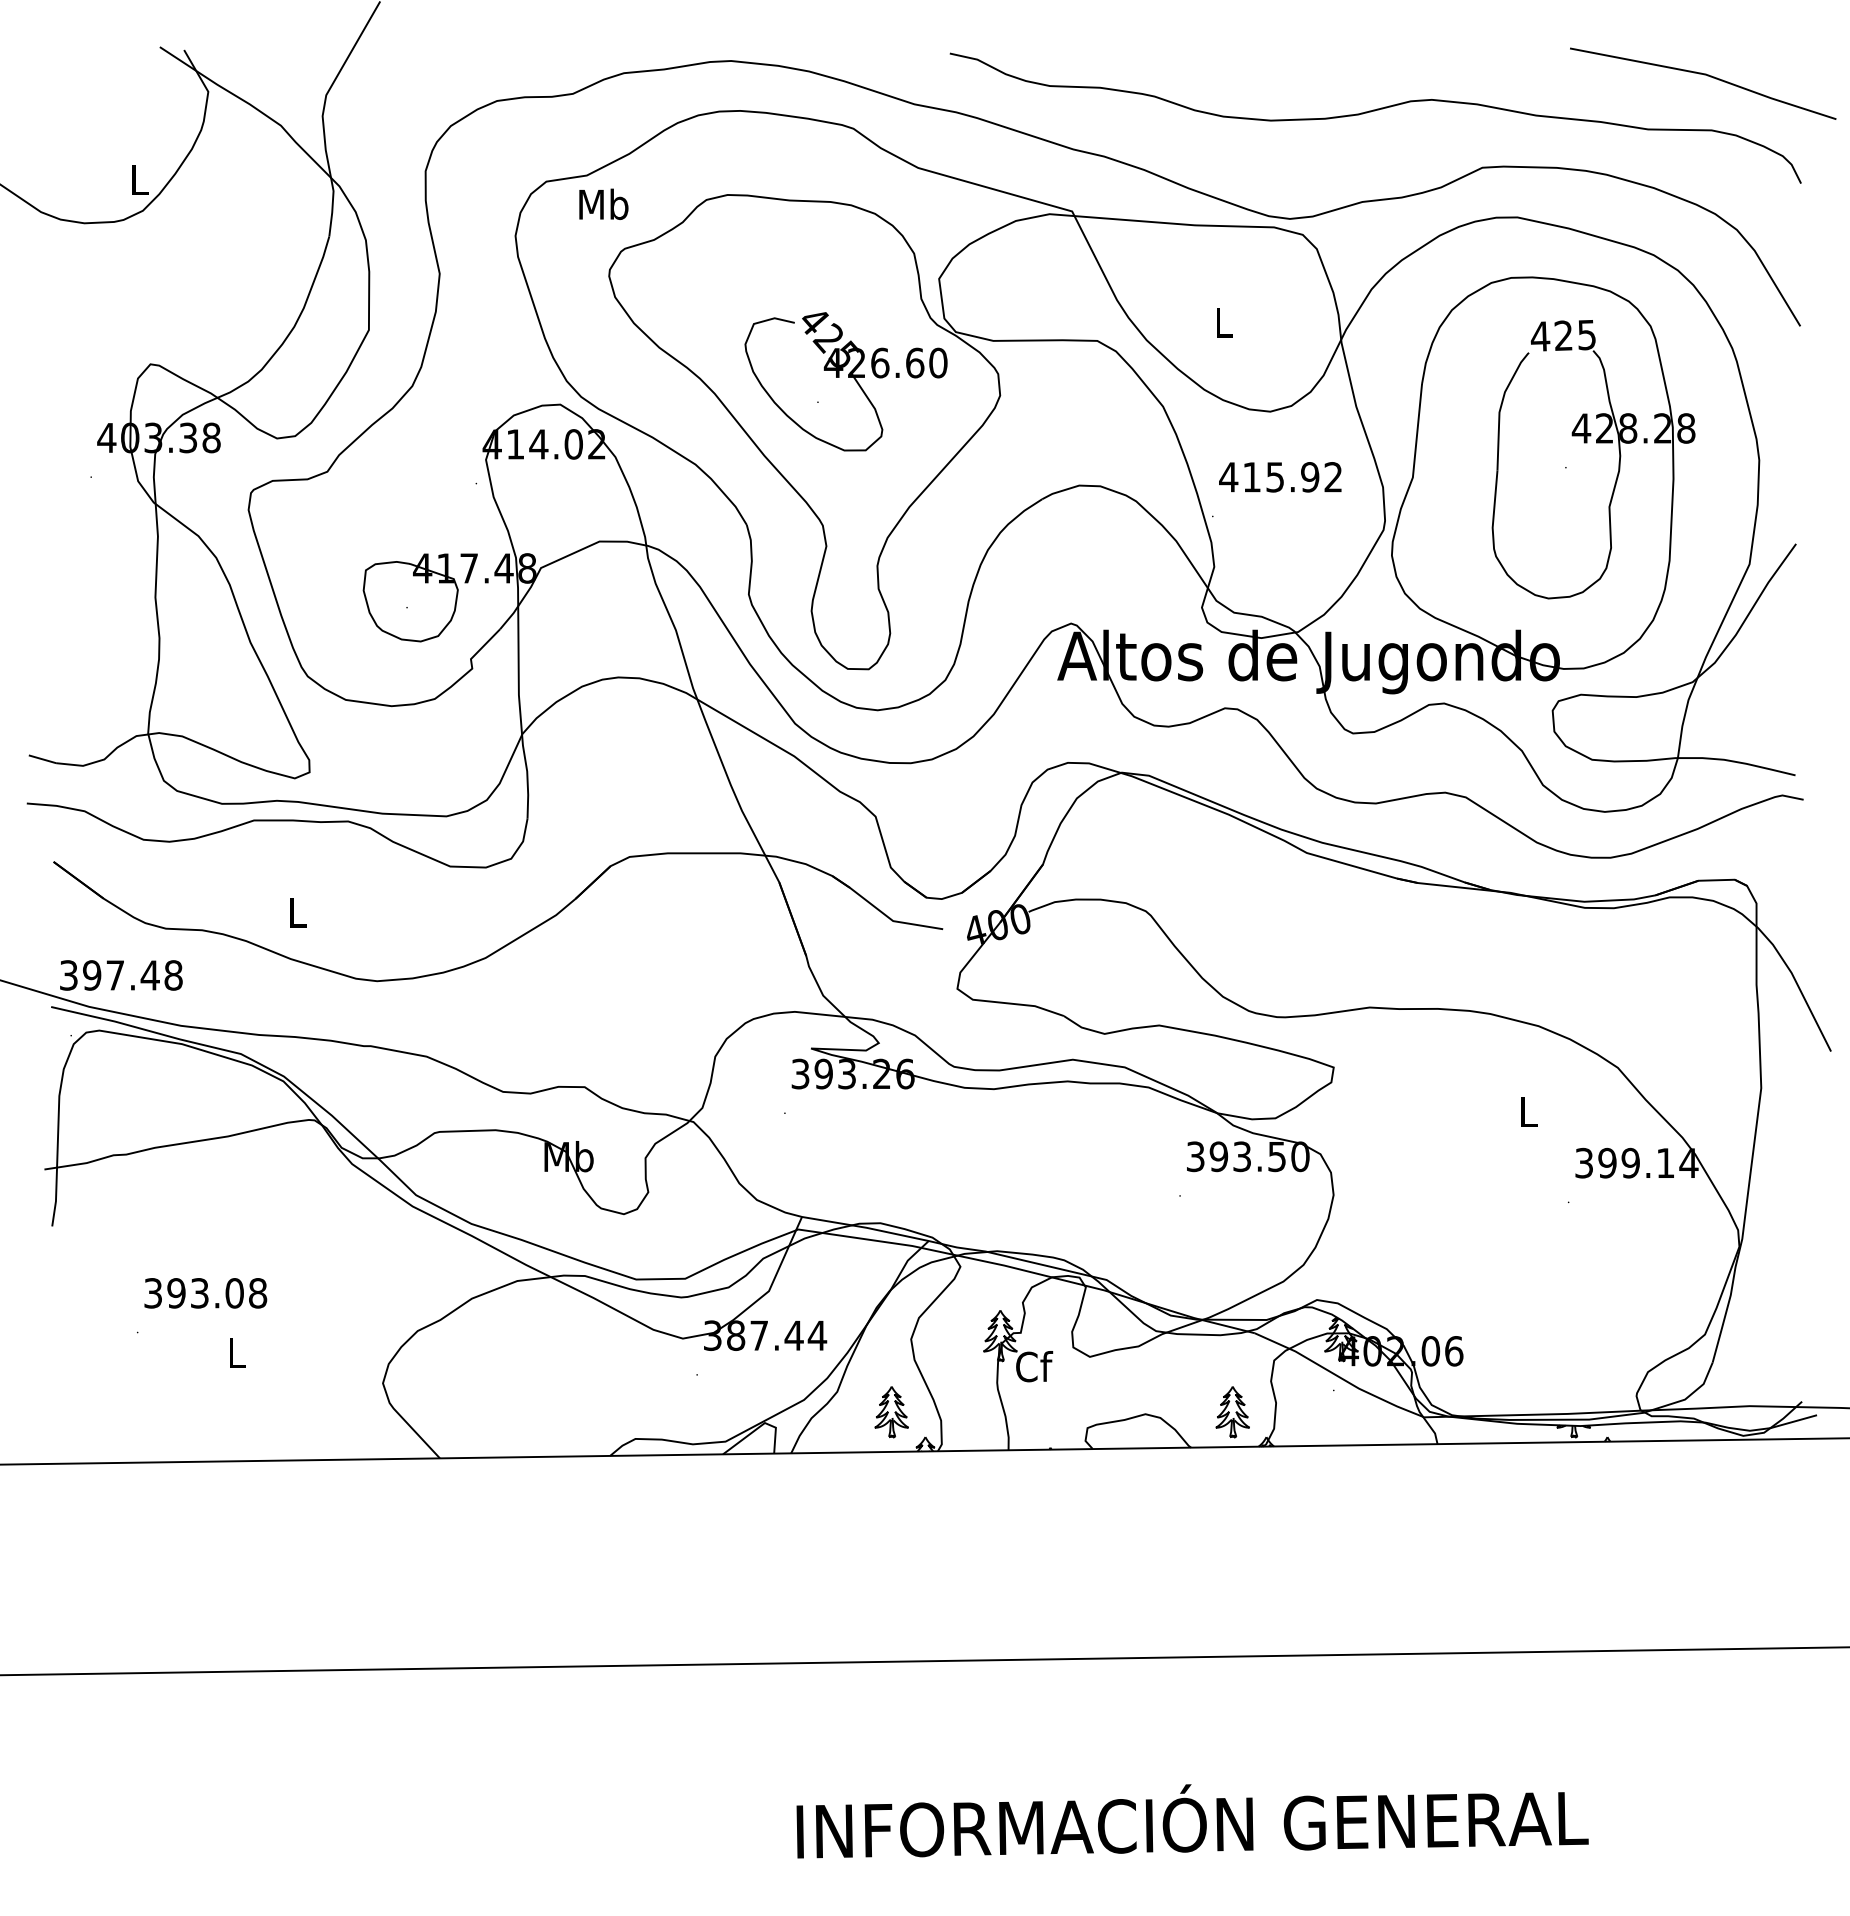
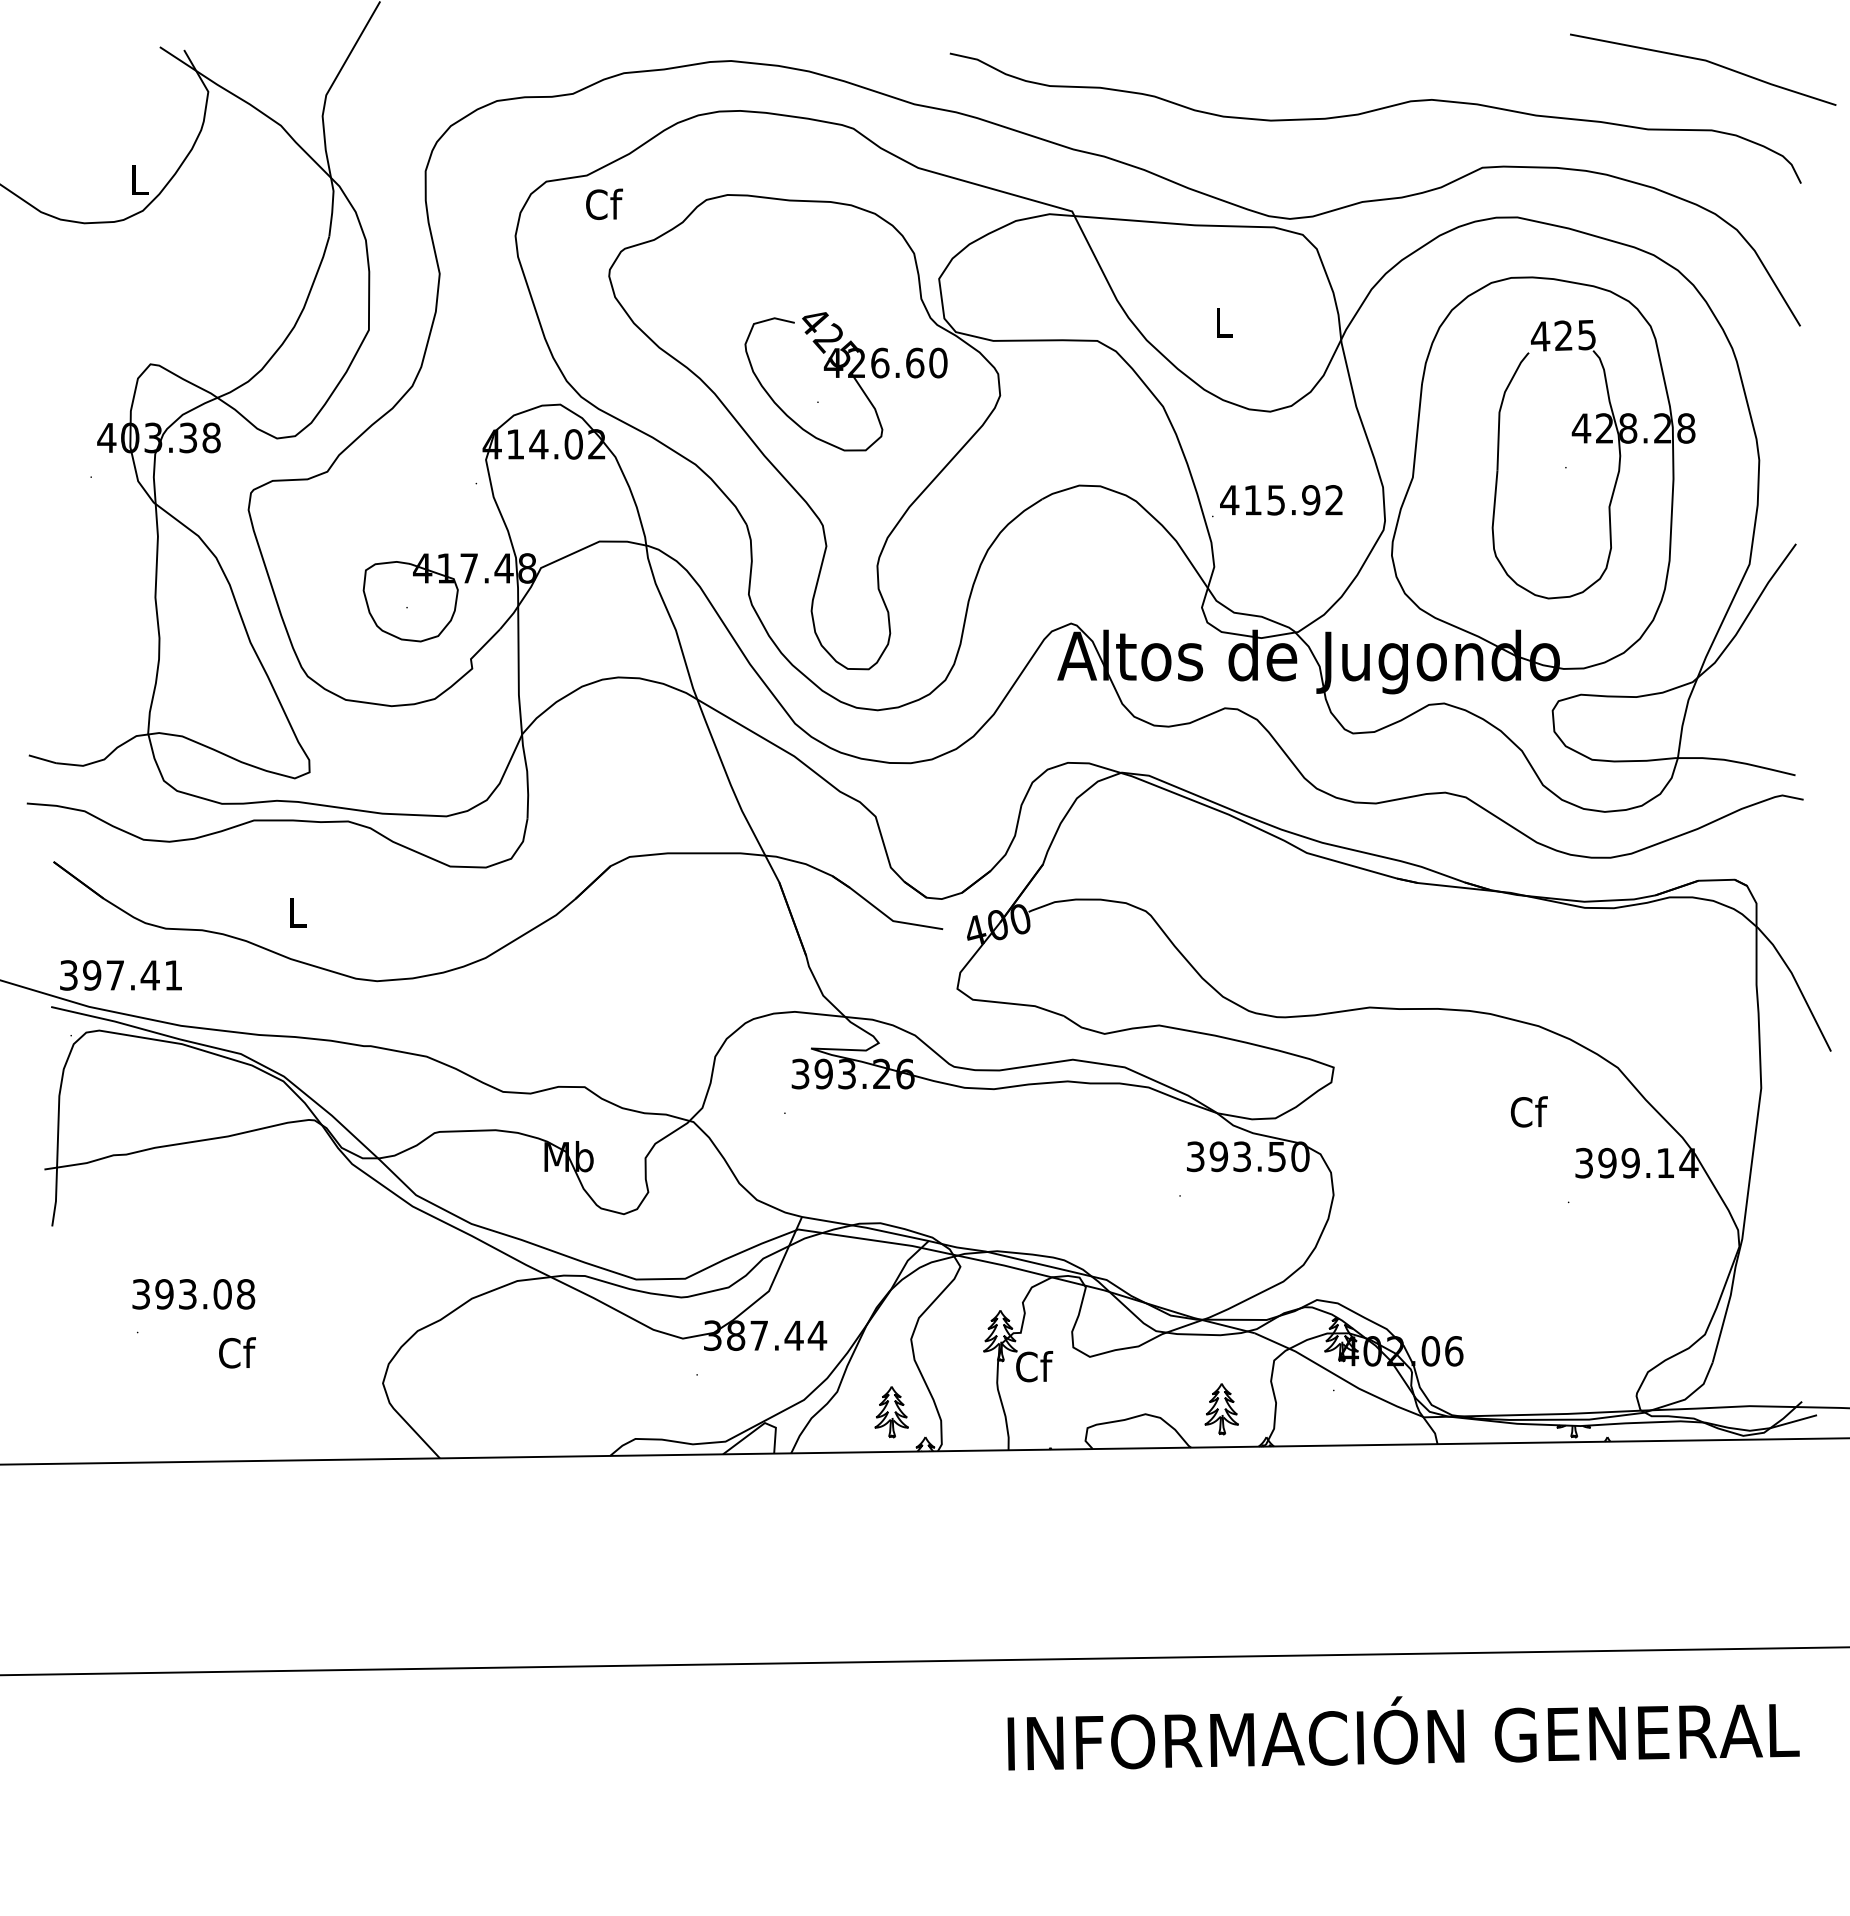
line at (1704, 75) position: (1704, 75) -> (1704, 61)
text at (603, 204): Mb -> Cf
text at (1280, 477) position: (1280, 477) -> (1281, 500)
text at (173, 975): 397.48 -> 397.41
text at (1528, 1111): L -> Cf
text at (205, 1293) position: (205, 1293) -> (193, 1294)
text at (237, 1352): L -> Cf
part at (1232, 1412) position: (1232, 1412) -> (1221, 1409)
text at (1192, 1821) position: (1192, 1821) -> (1403, 1733)
